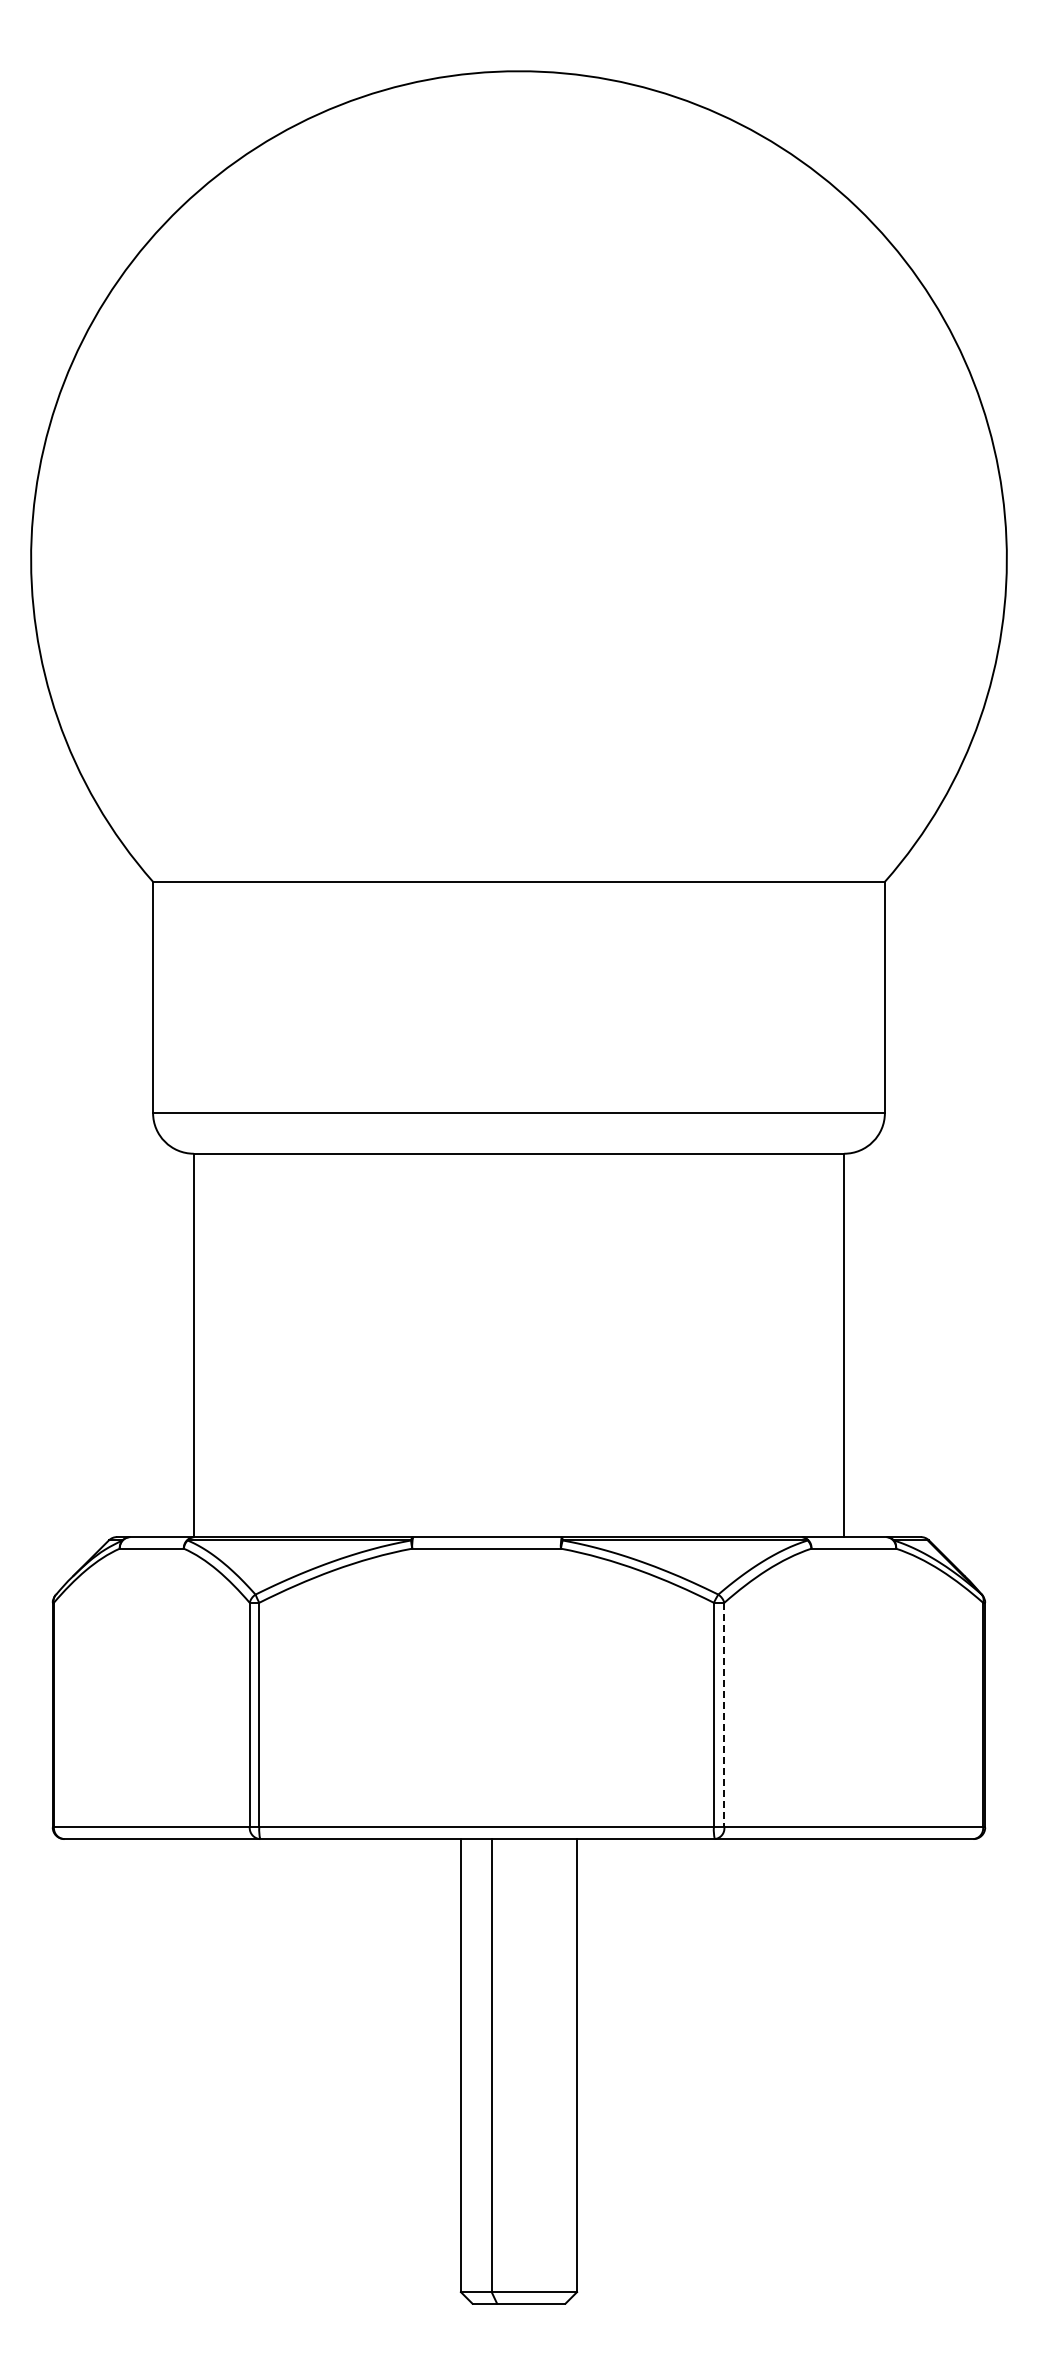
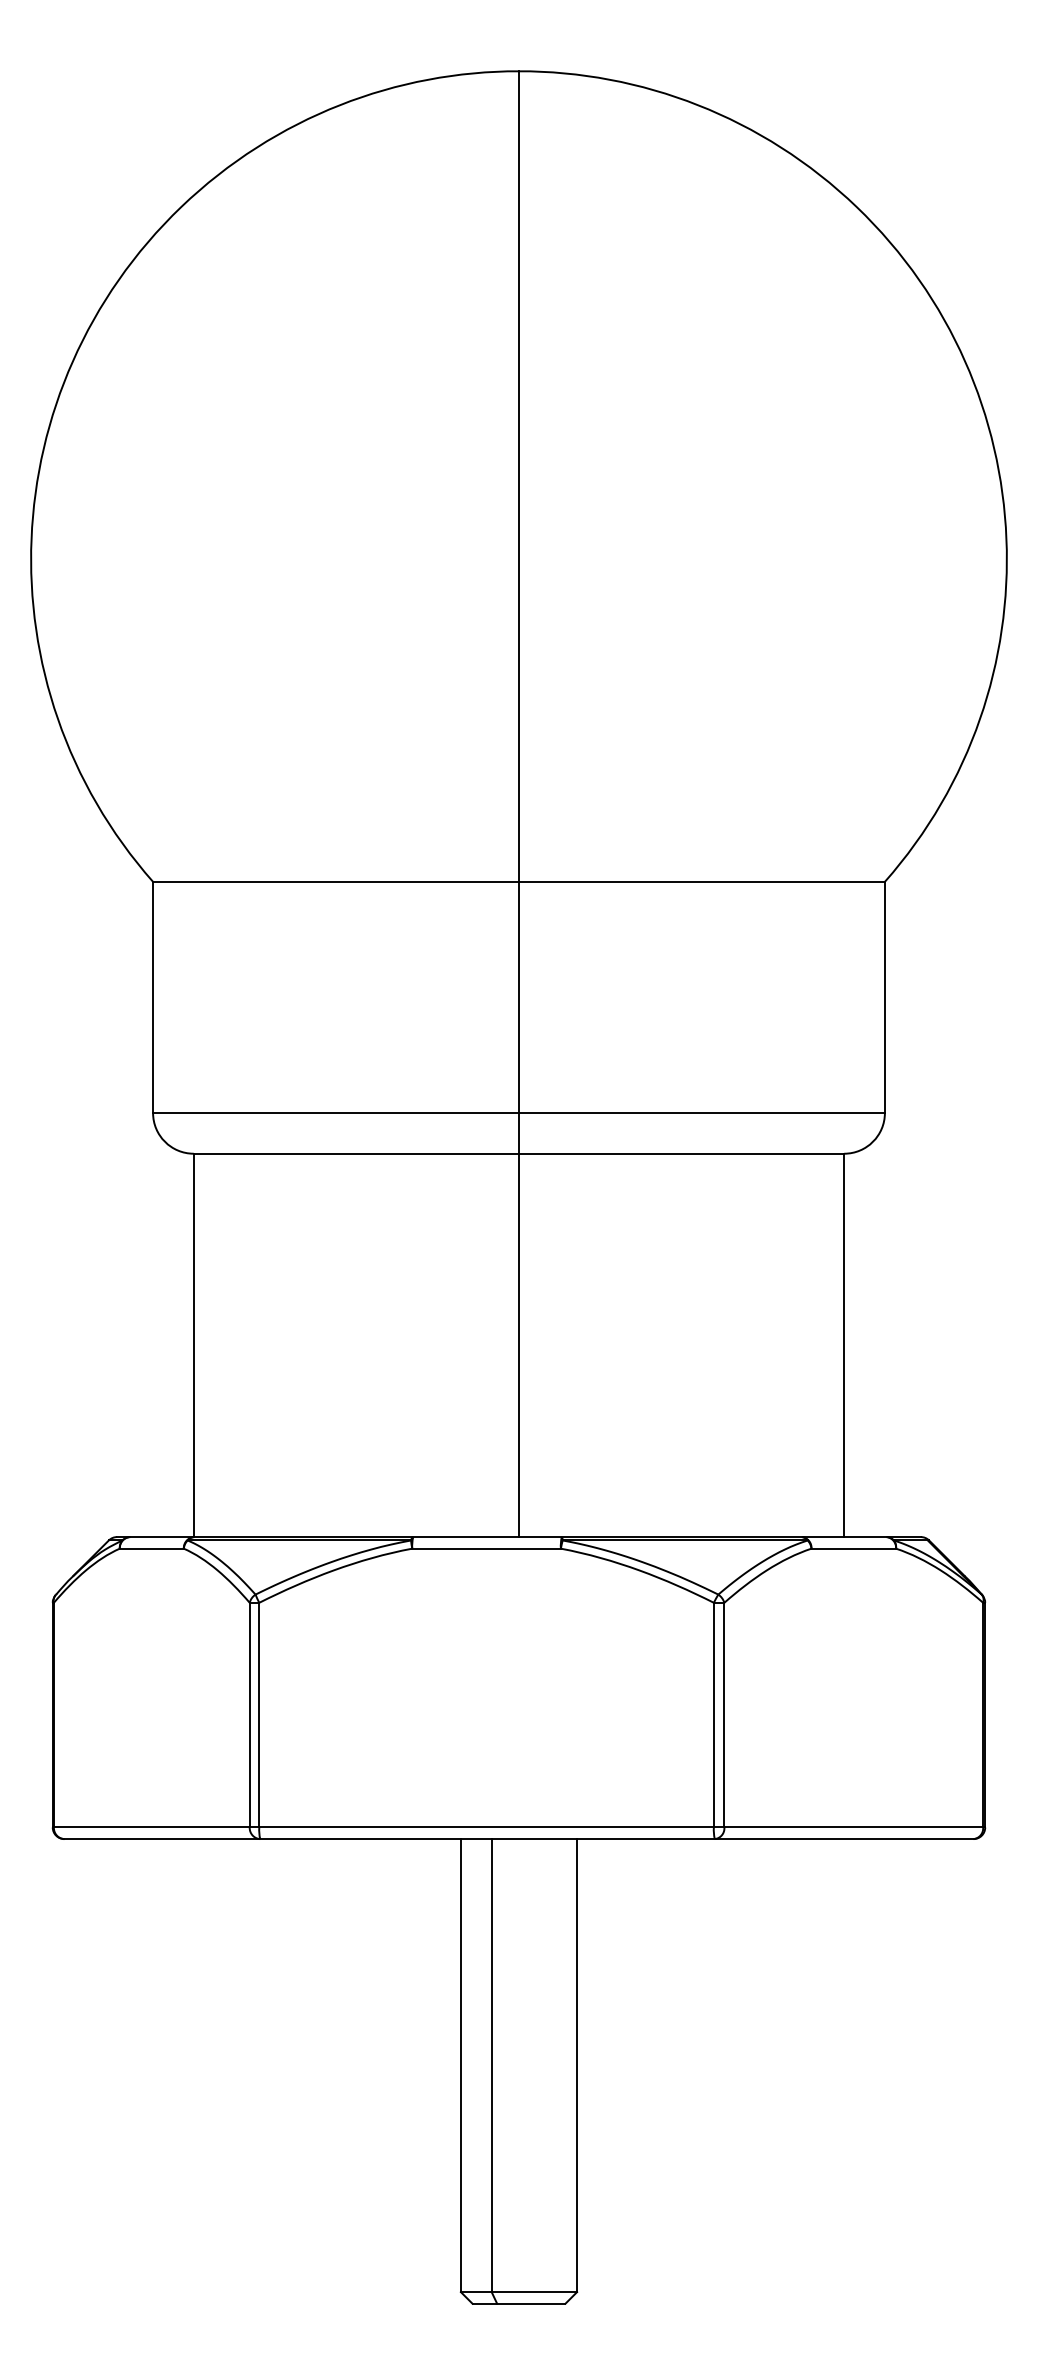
line at (519, 804): none -> present
line at (724, 1715): dashed -> solid
